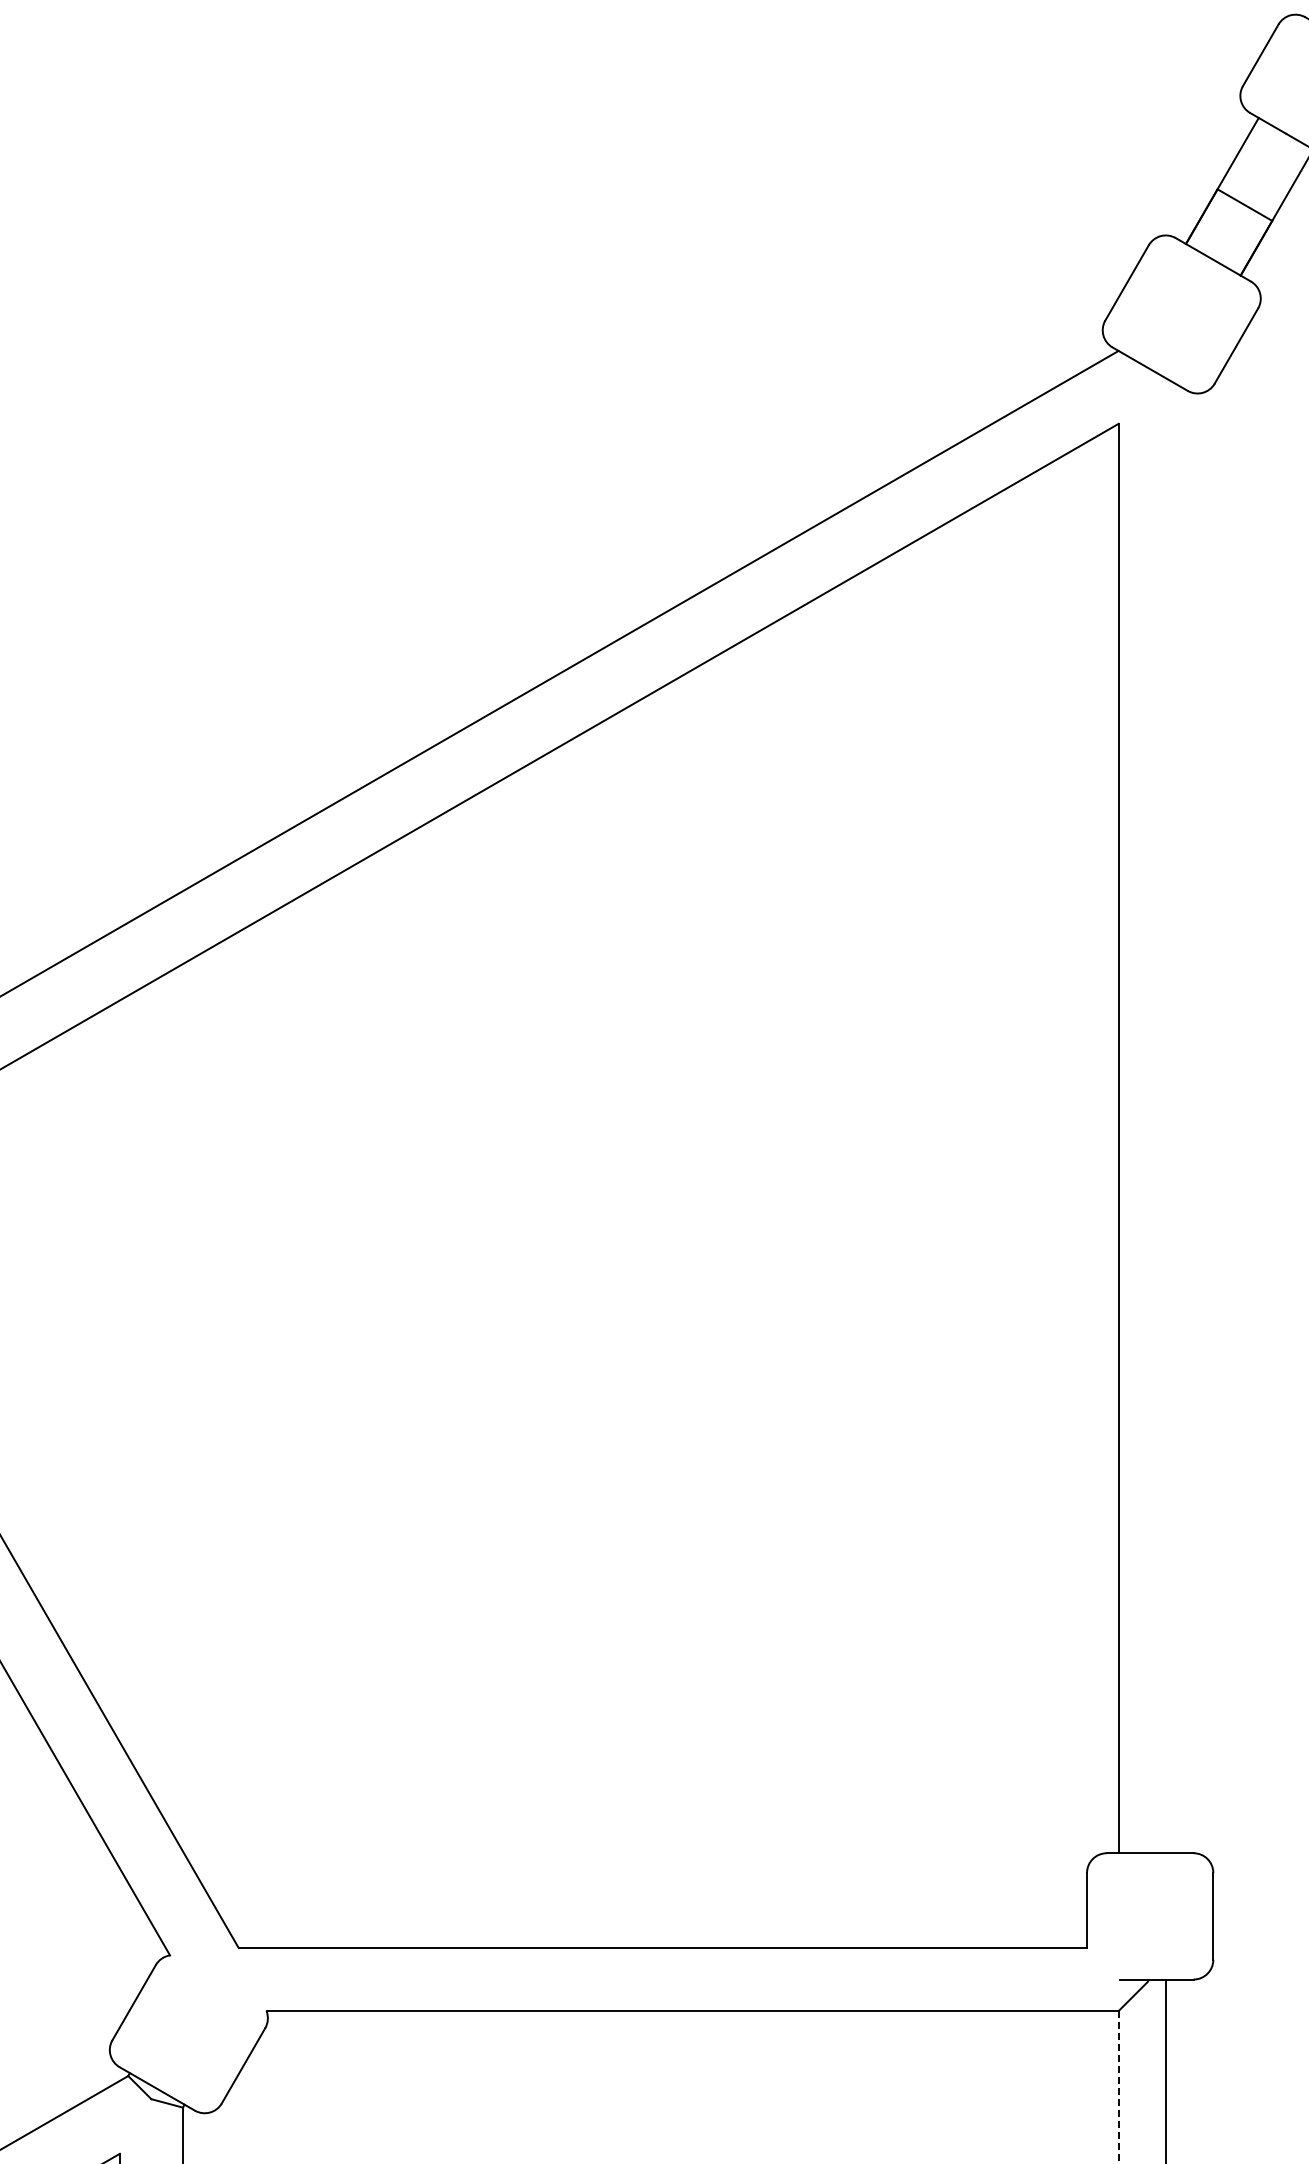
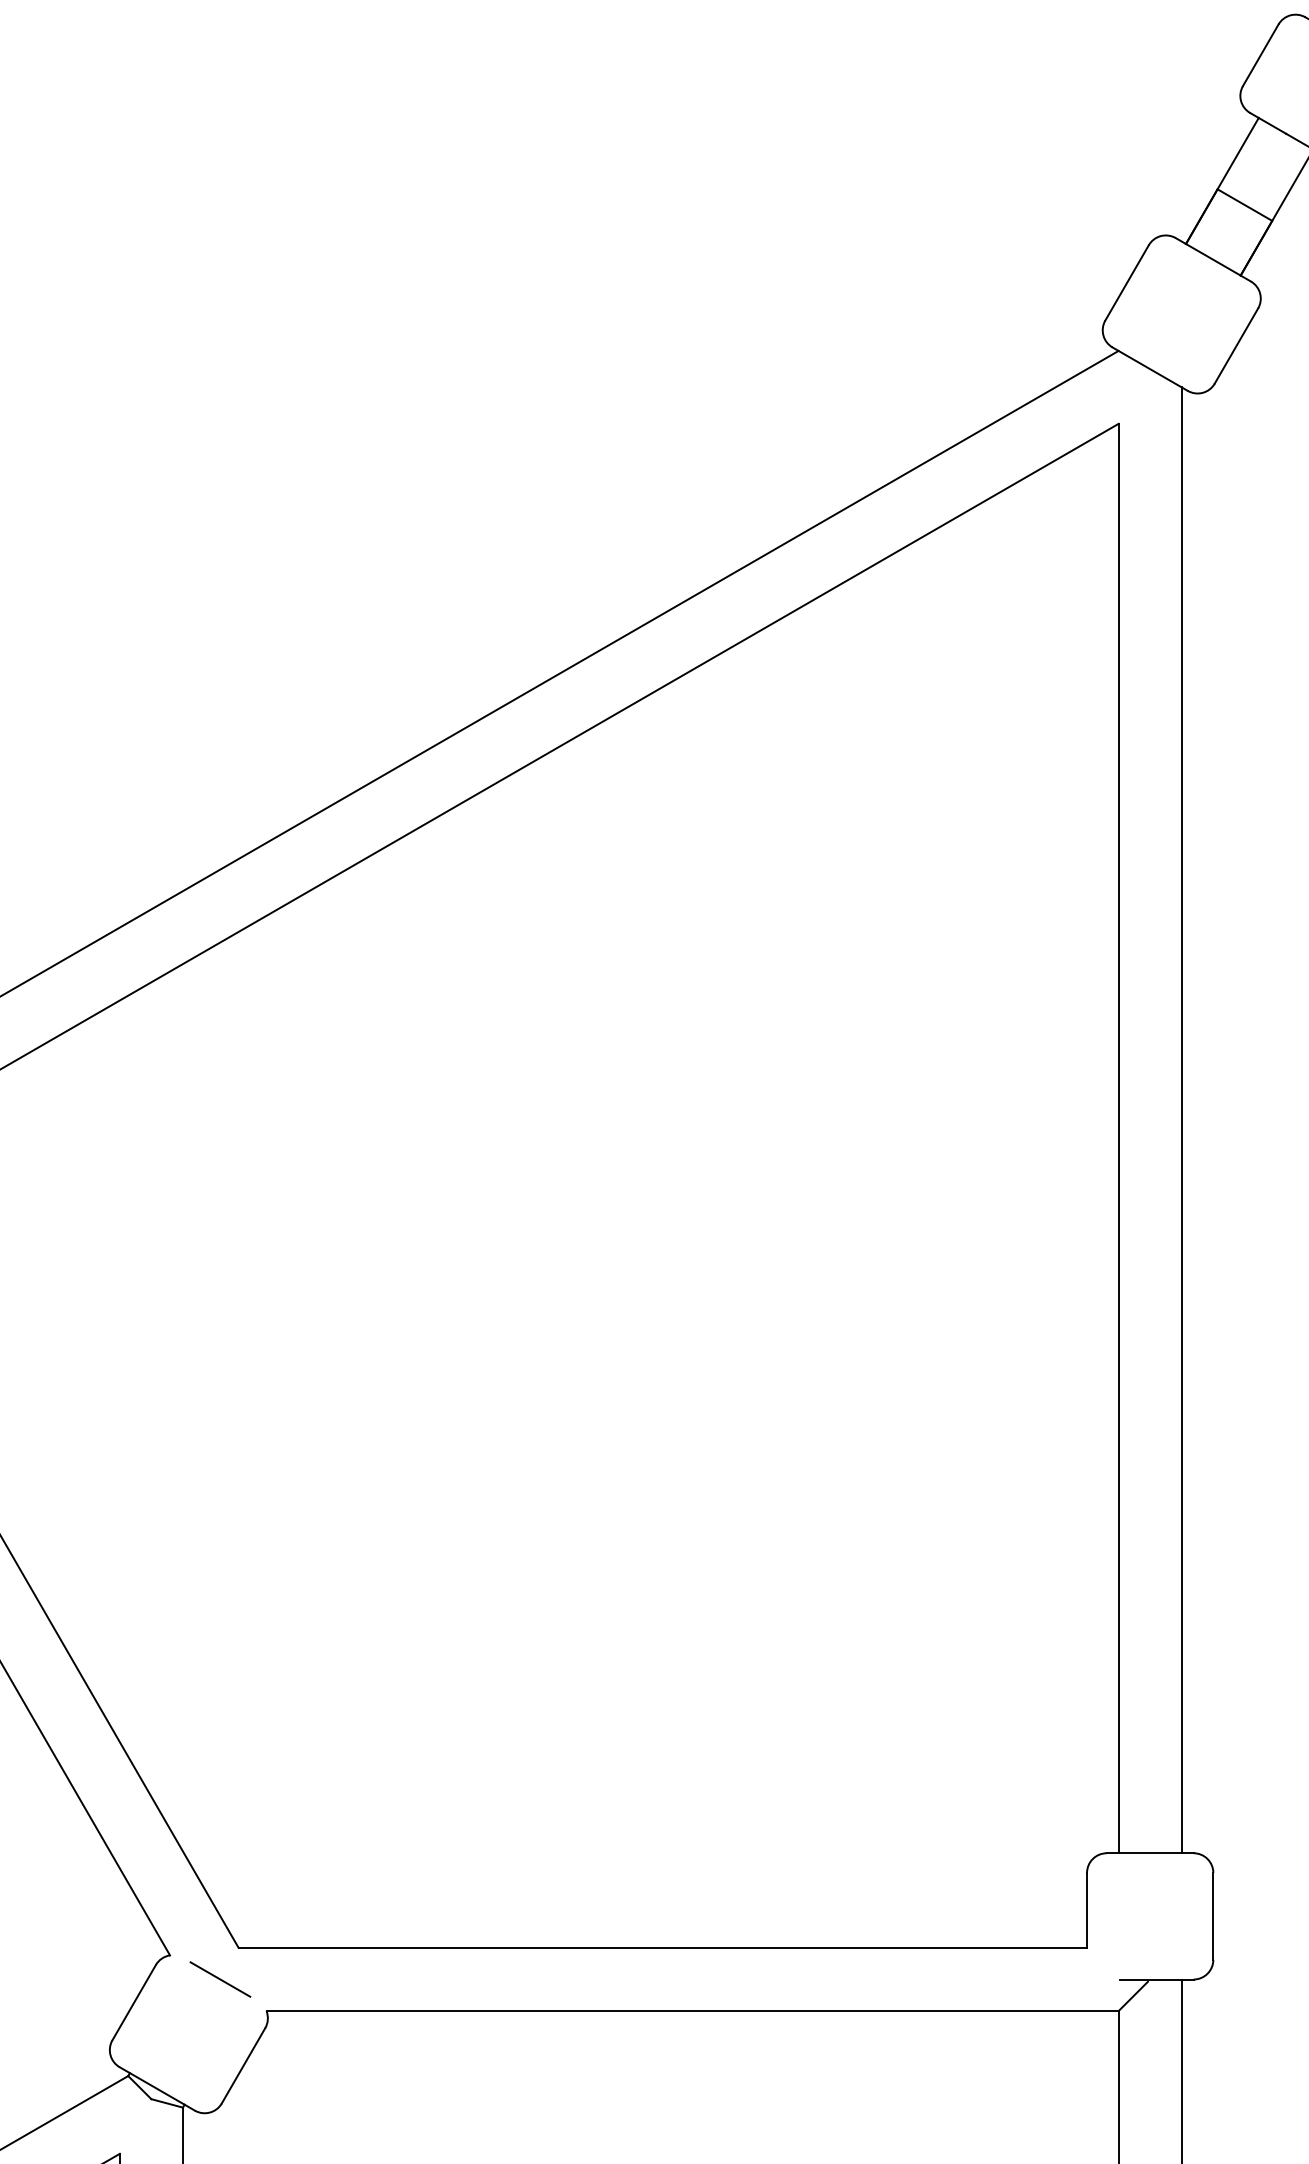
line at (1181, 1120): none -> present
line at (220, 1979): none -> present
line at (1165, 2069) position: (1165, 2069) -> (1181, 2069)
line at (1118, 2087): dashed -> solid
